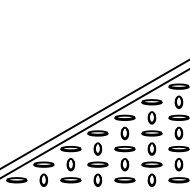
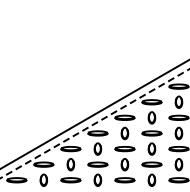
line at (94, 123): solid -> dashed
